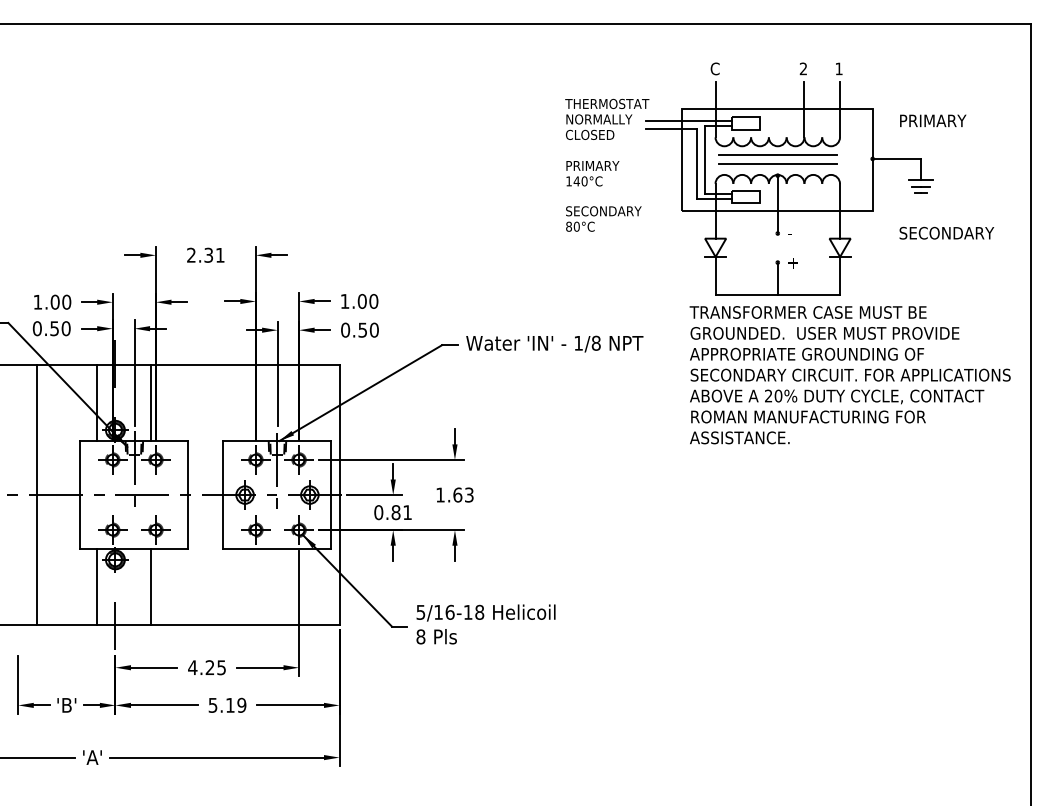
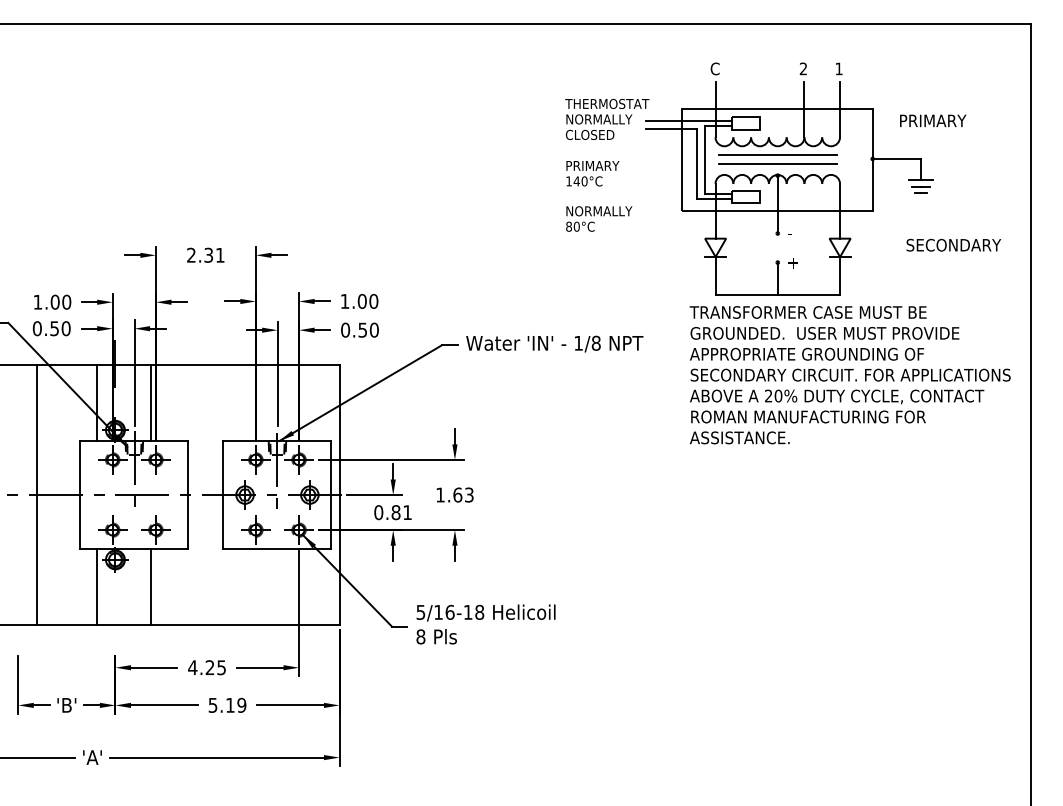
text at (603, 211): SECONDARY -> NORMALLY
text at (946, 232) position: (946, 232) -> (953, 244)
line at (115, 625): present -> none
